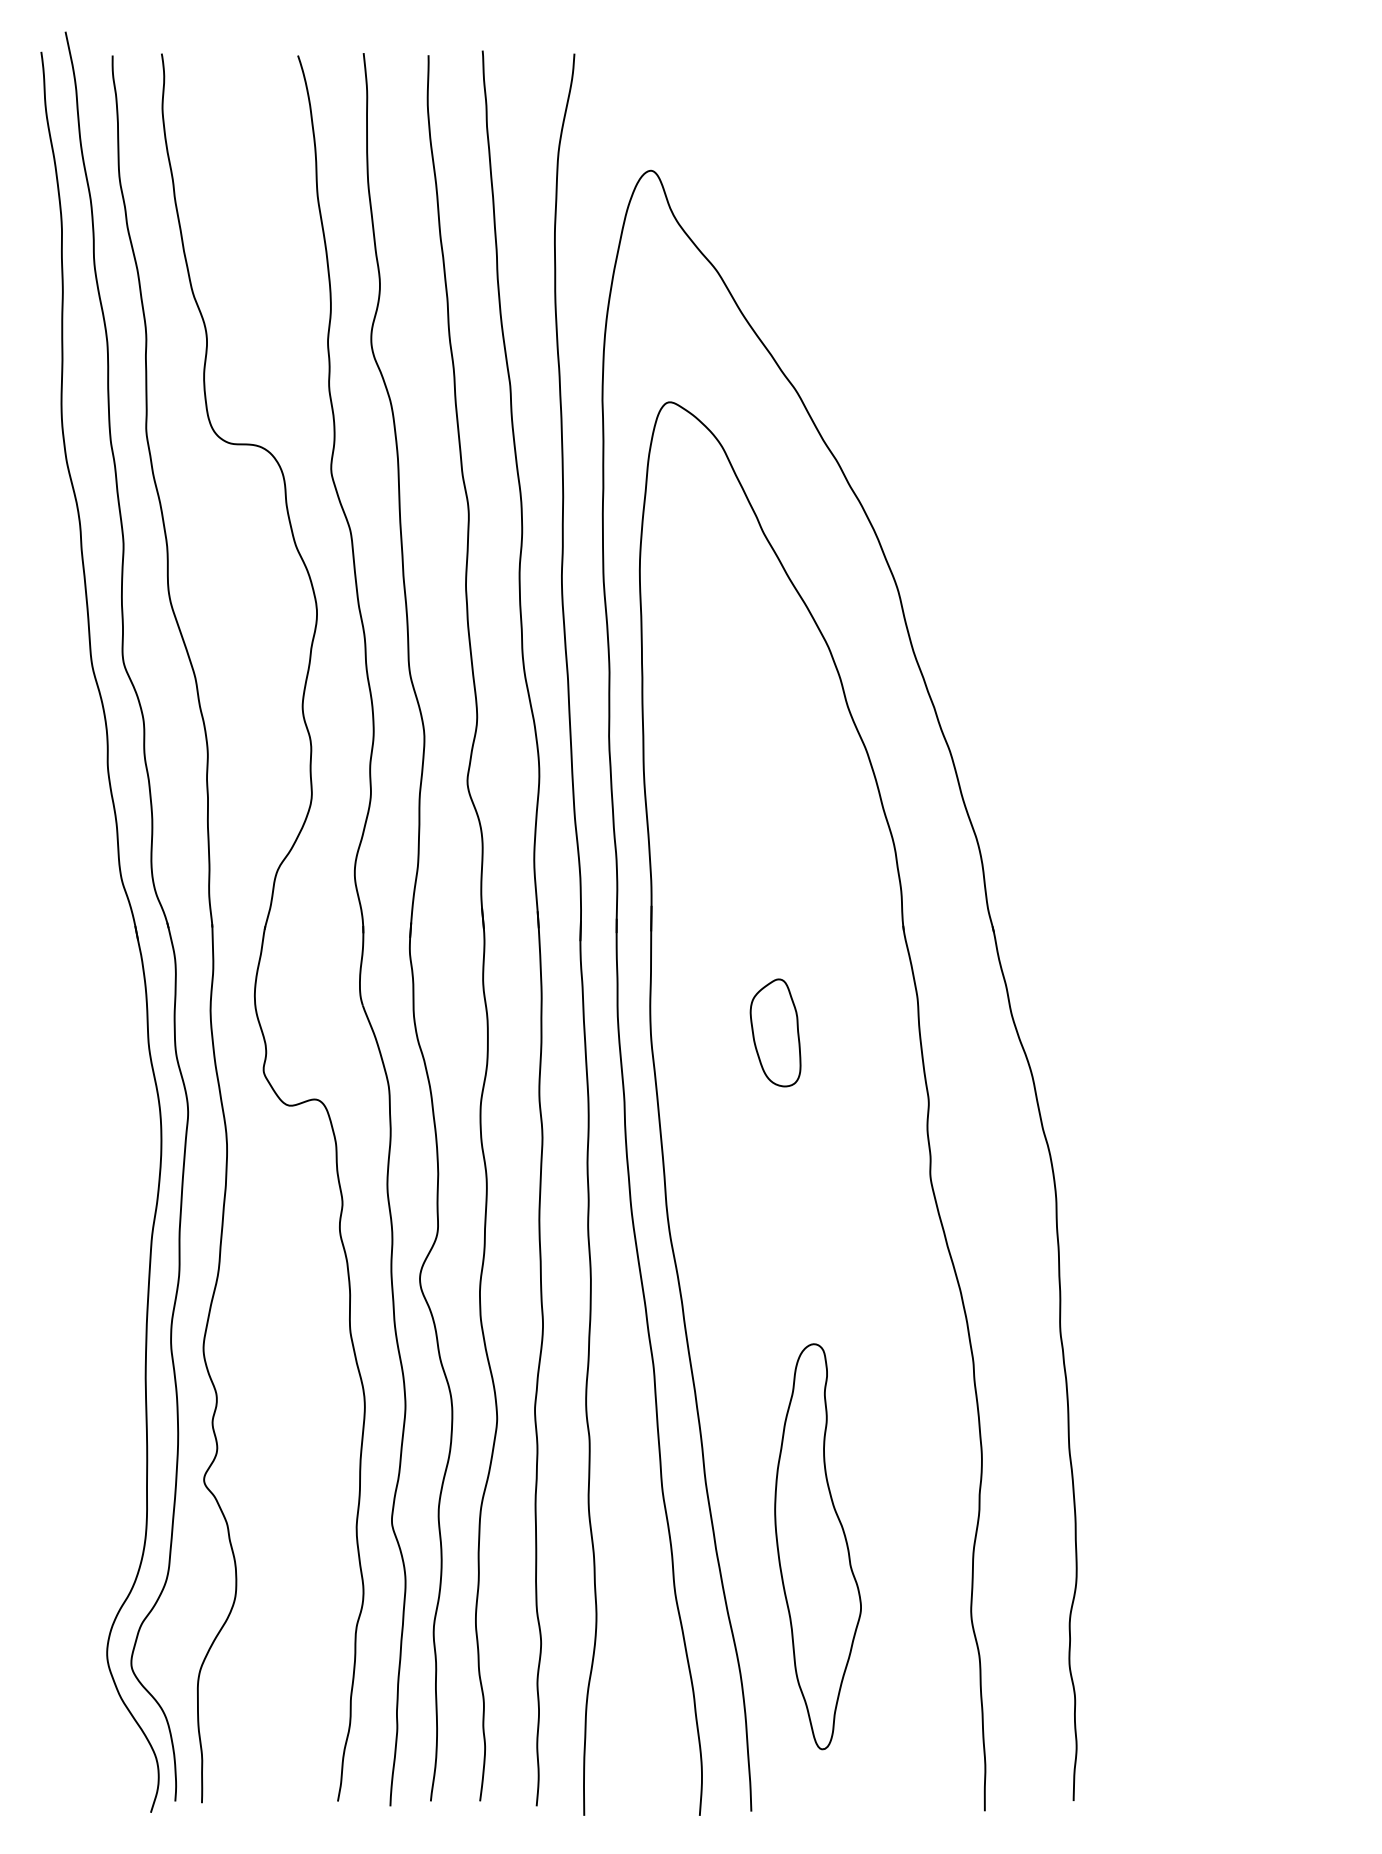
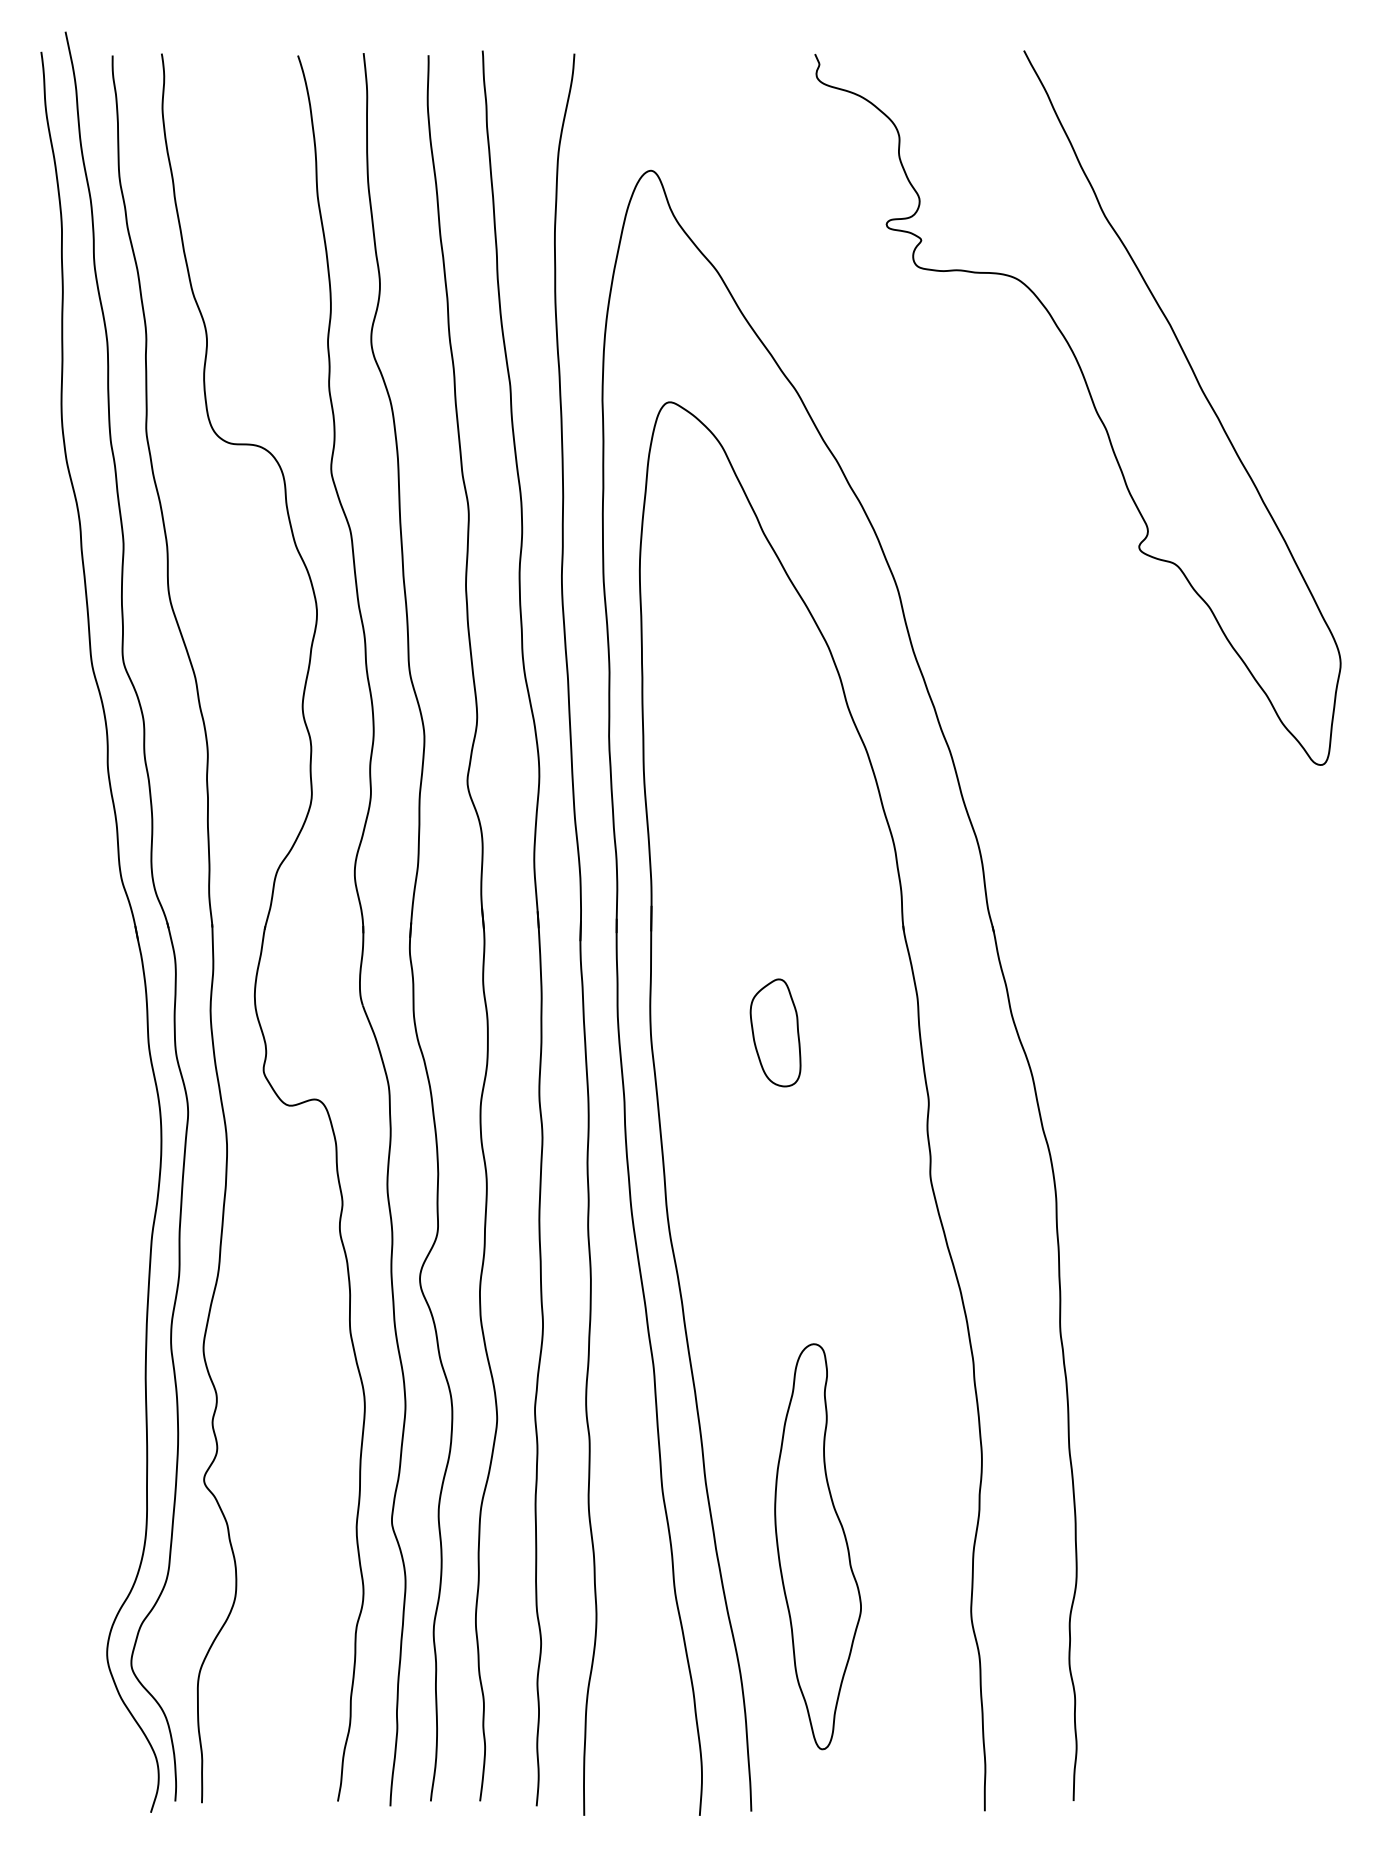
curve at (1091, 401): none -> present
